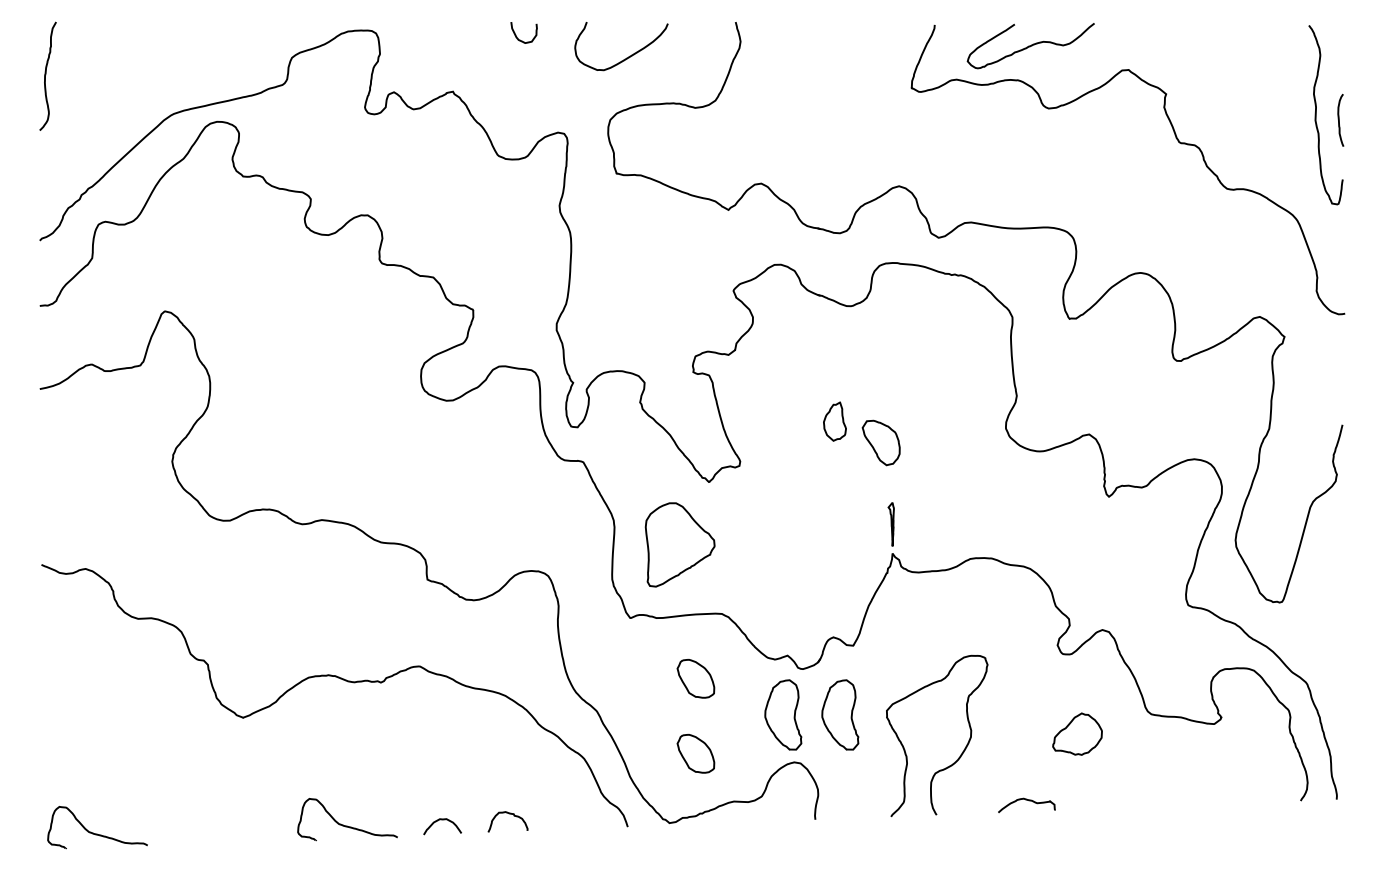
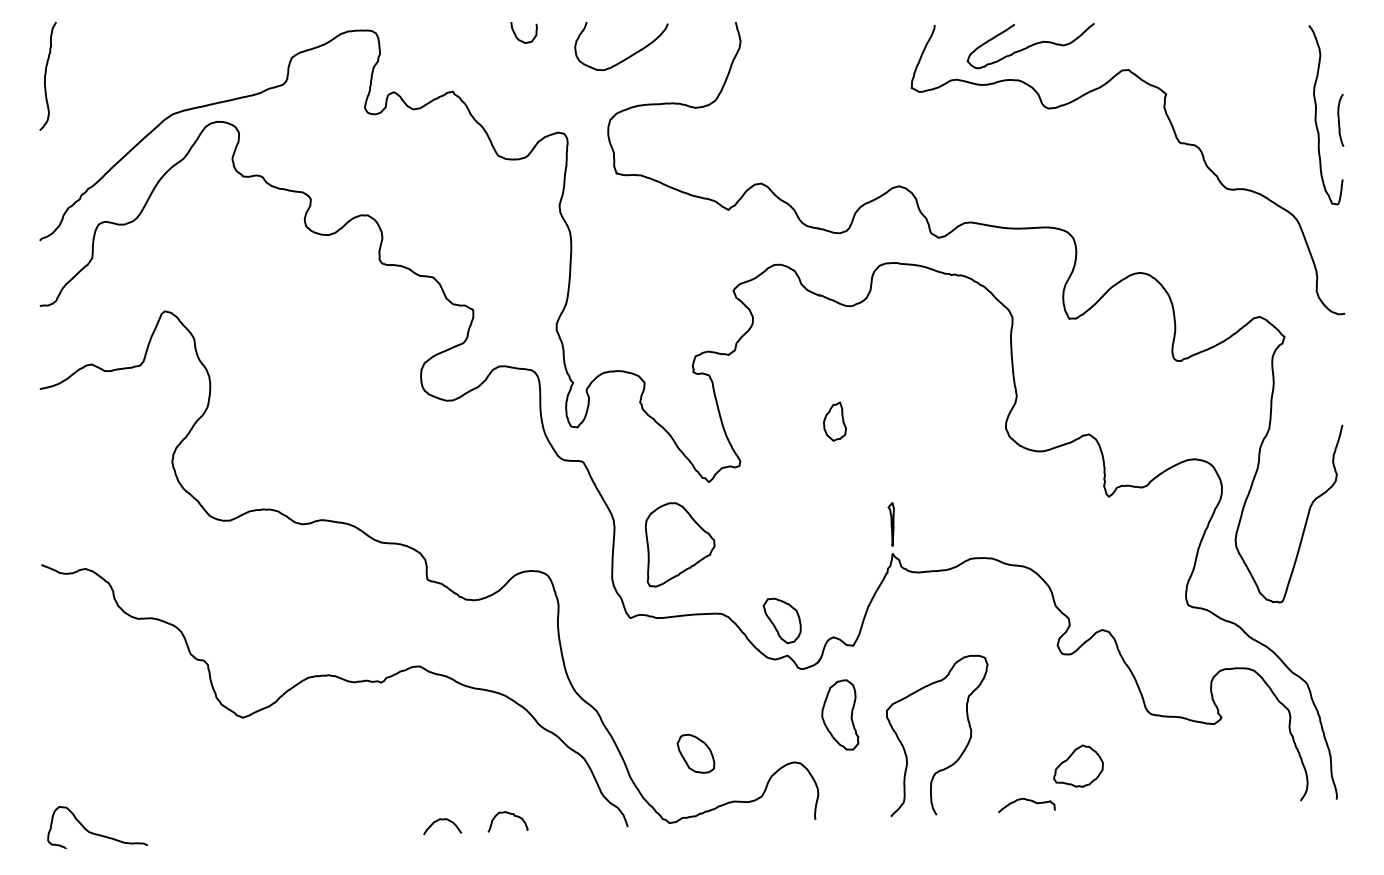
part at (880, 442) position: (880, 442) -> (781, 620)
part at (695, 678): present -> none
part at (783, 714): present -> none
part at (1077, 733) position: (1077, 733) -> (1078, 765)
curve at (347, 825): present -> none
